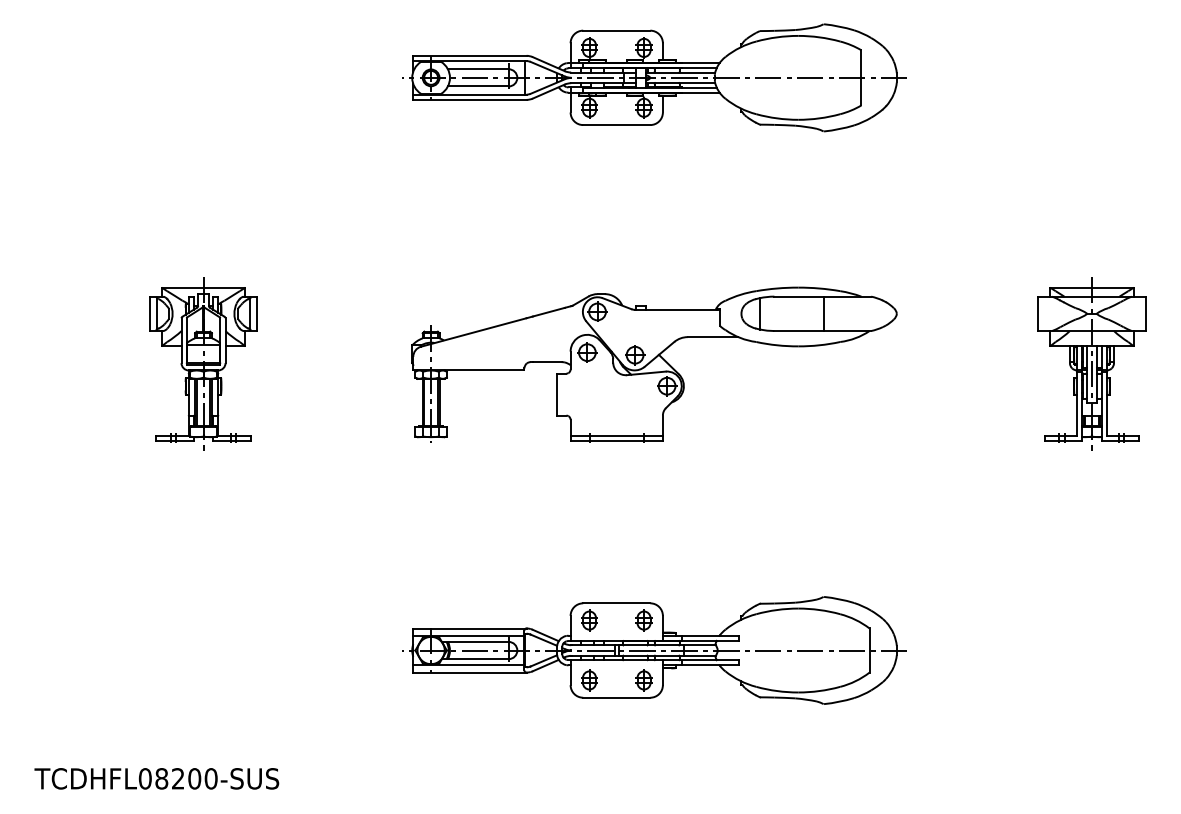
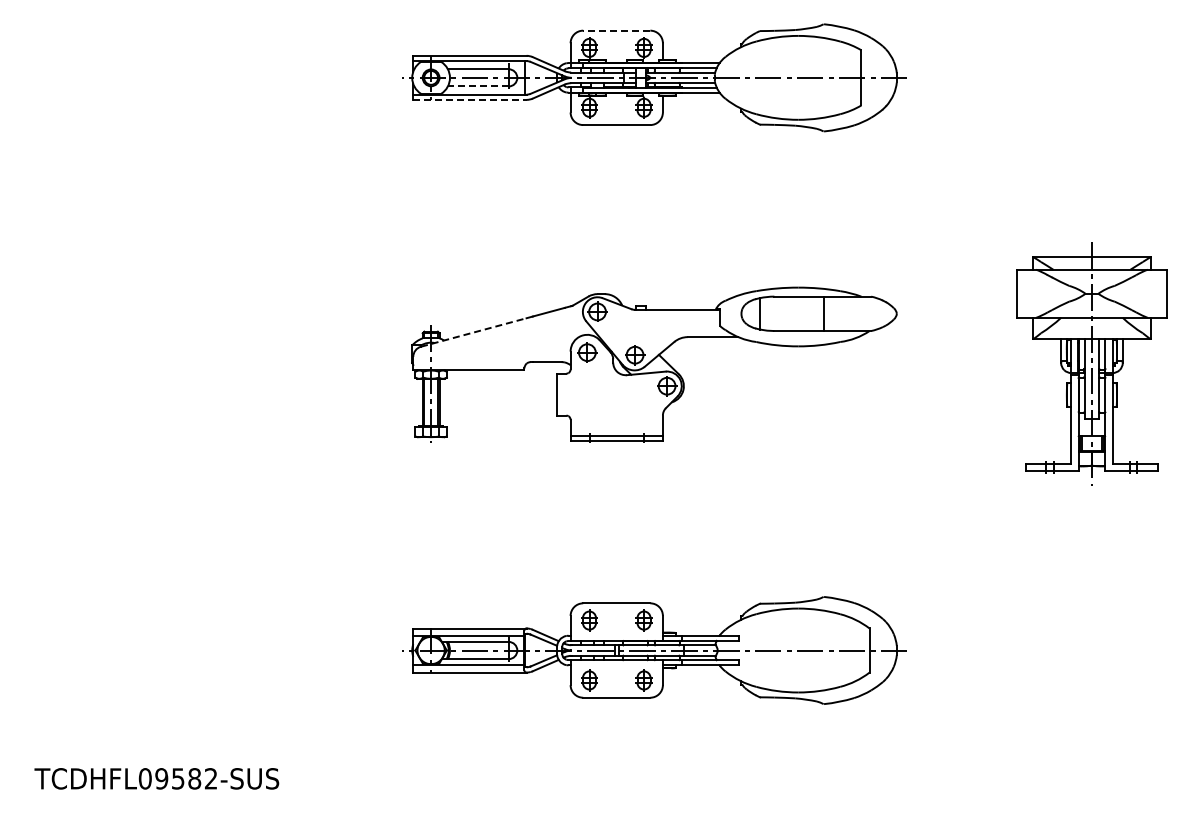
line at (616, 30): solid -> dashed
line at (477, 86): solid -> dashed
line at (469, 99): solid -> dashed
line at (473, 332): solid -> dashed
part at (203, 363): present -> none
part at (1091, 363) size: 110x174 px -> 152x244 px
text at (186, 778): TCDHFL08200-SUS -> TCDHFL09582-SUS
